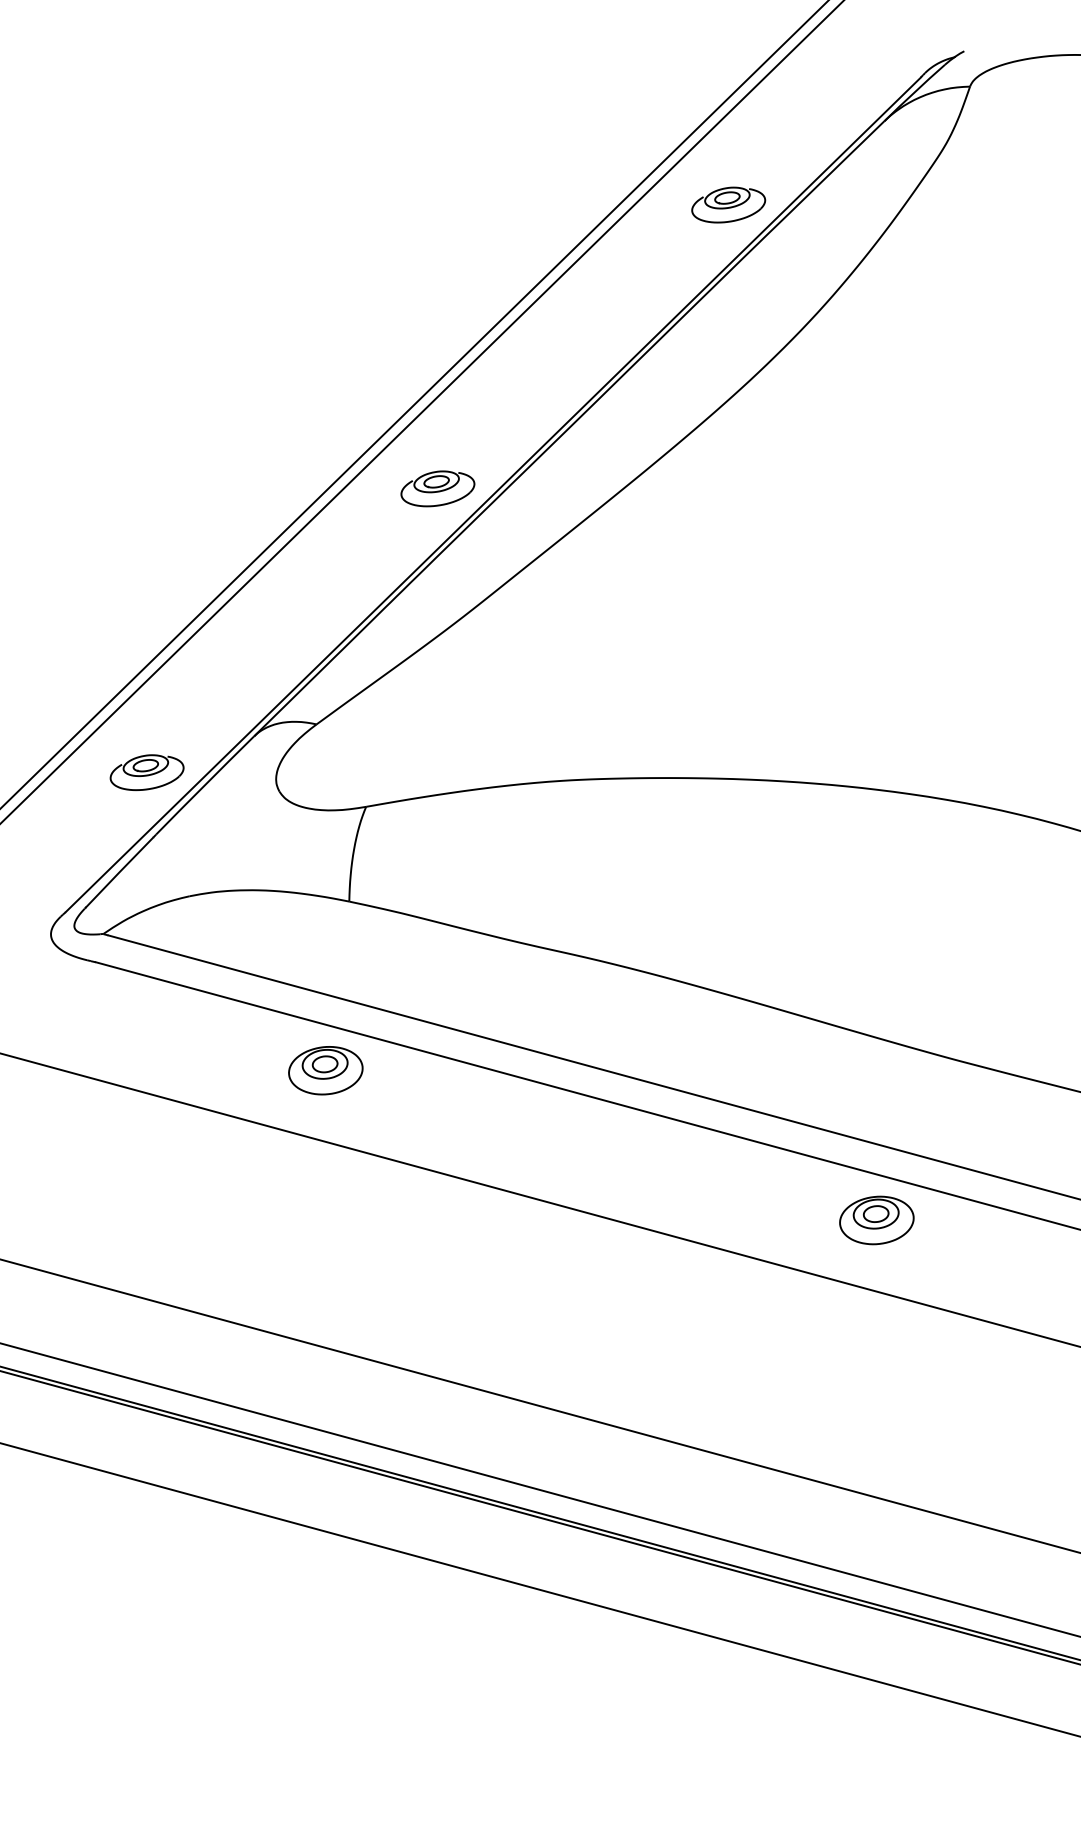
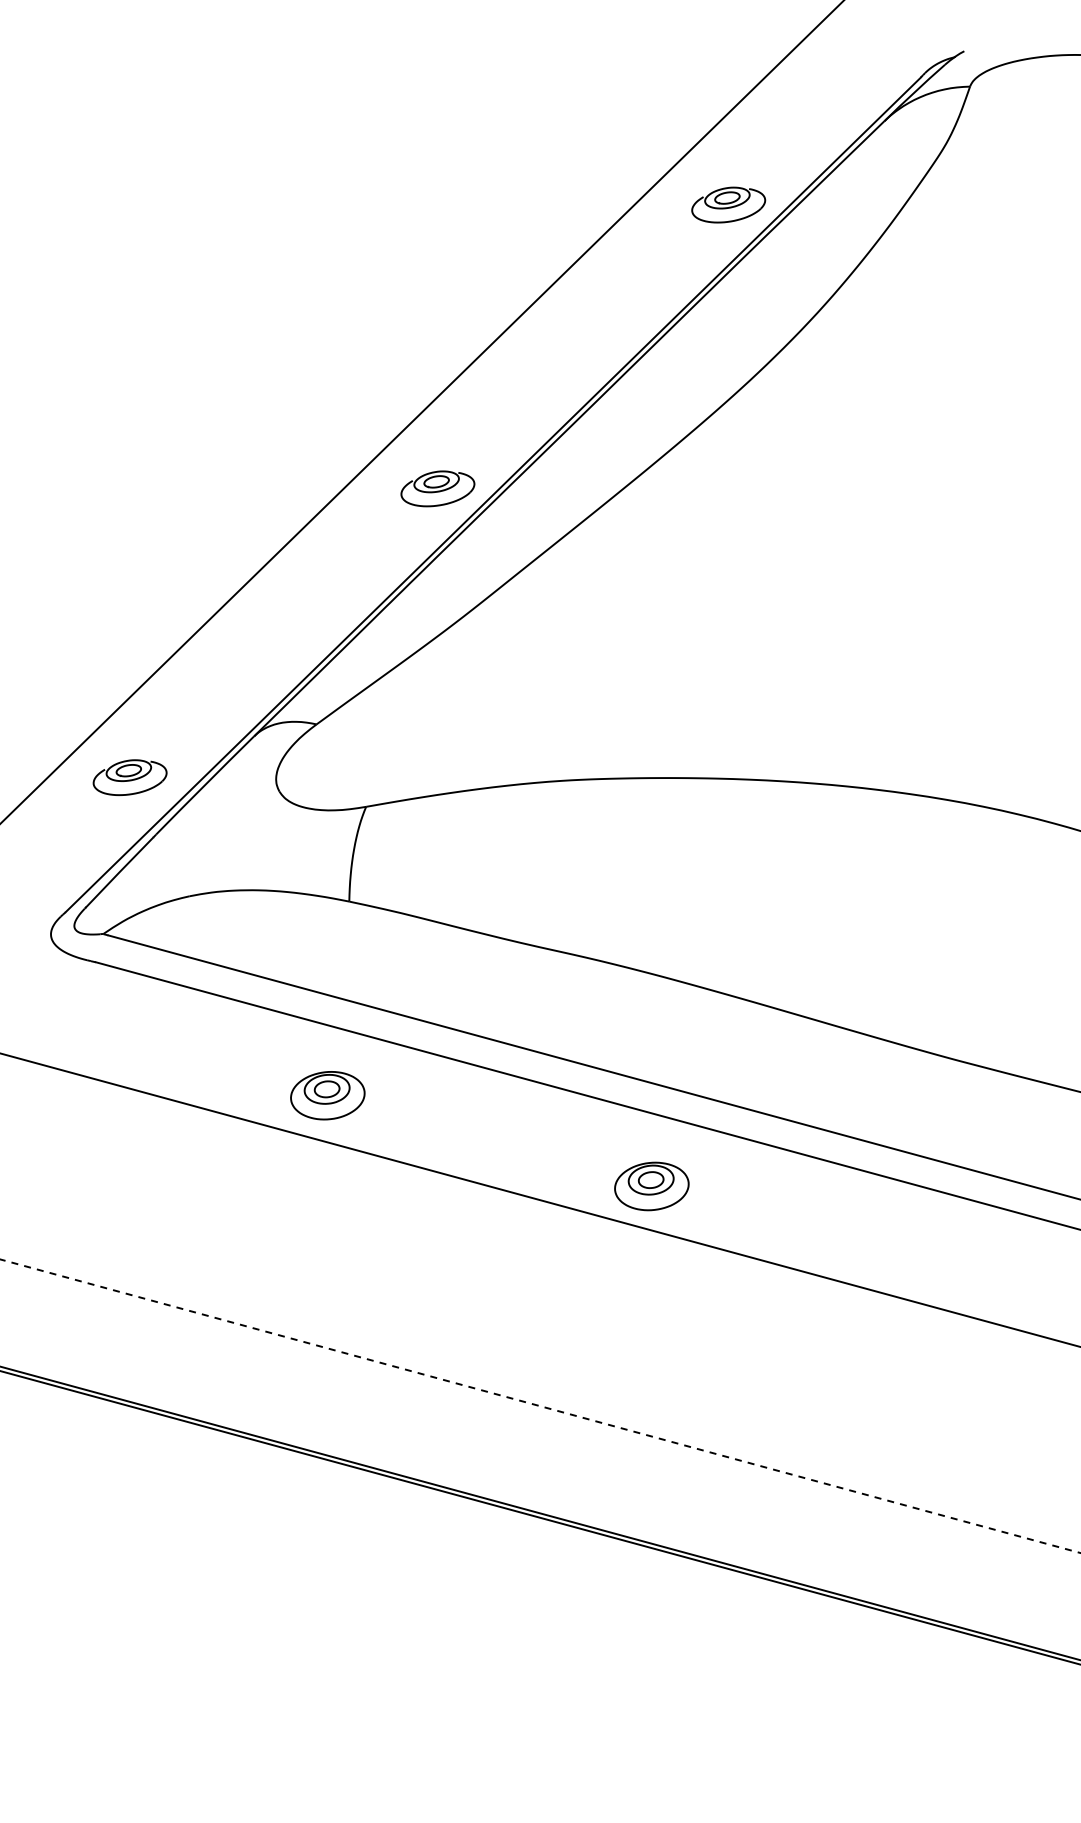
line at (414, 404): present -> none
part at (146, 772) position: (146, 772) -> (129, 777)
part at (325, 1070) position: (325, 1070) -> (327, 1095)
part at (876, 1220) position: (876, 1220) -> (651, 1186)
line at (540, 1406): solid -> dashed
line at (539, 1489): present -> none
line at (539, 1589): present -> none
